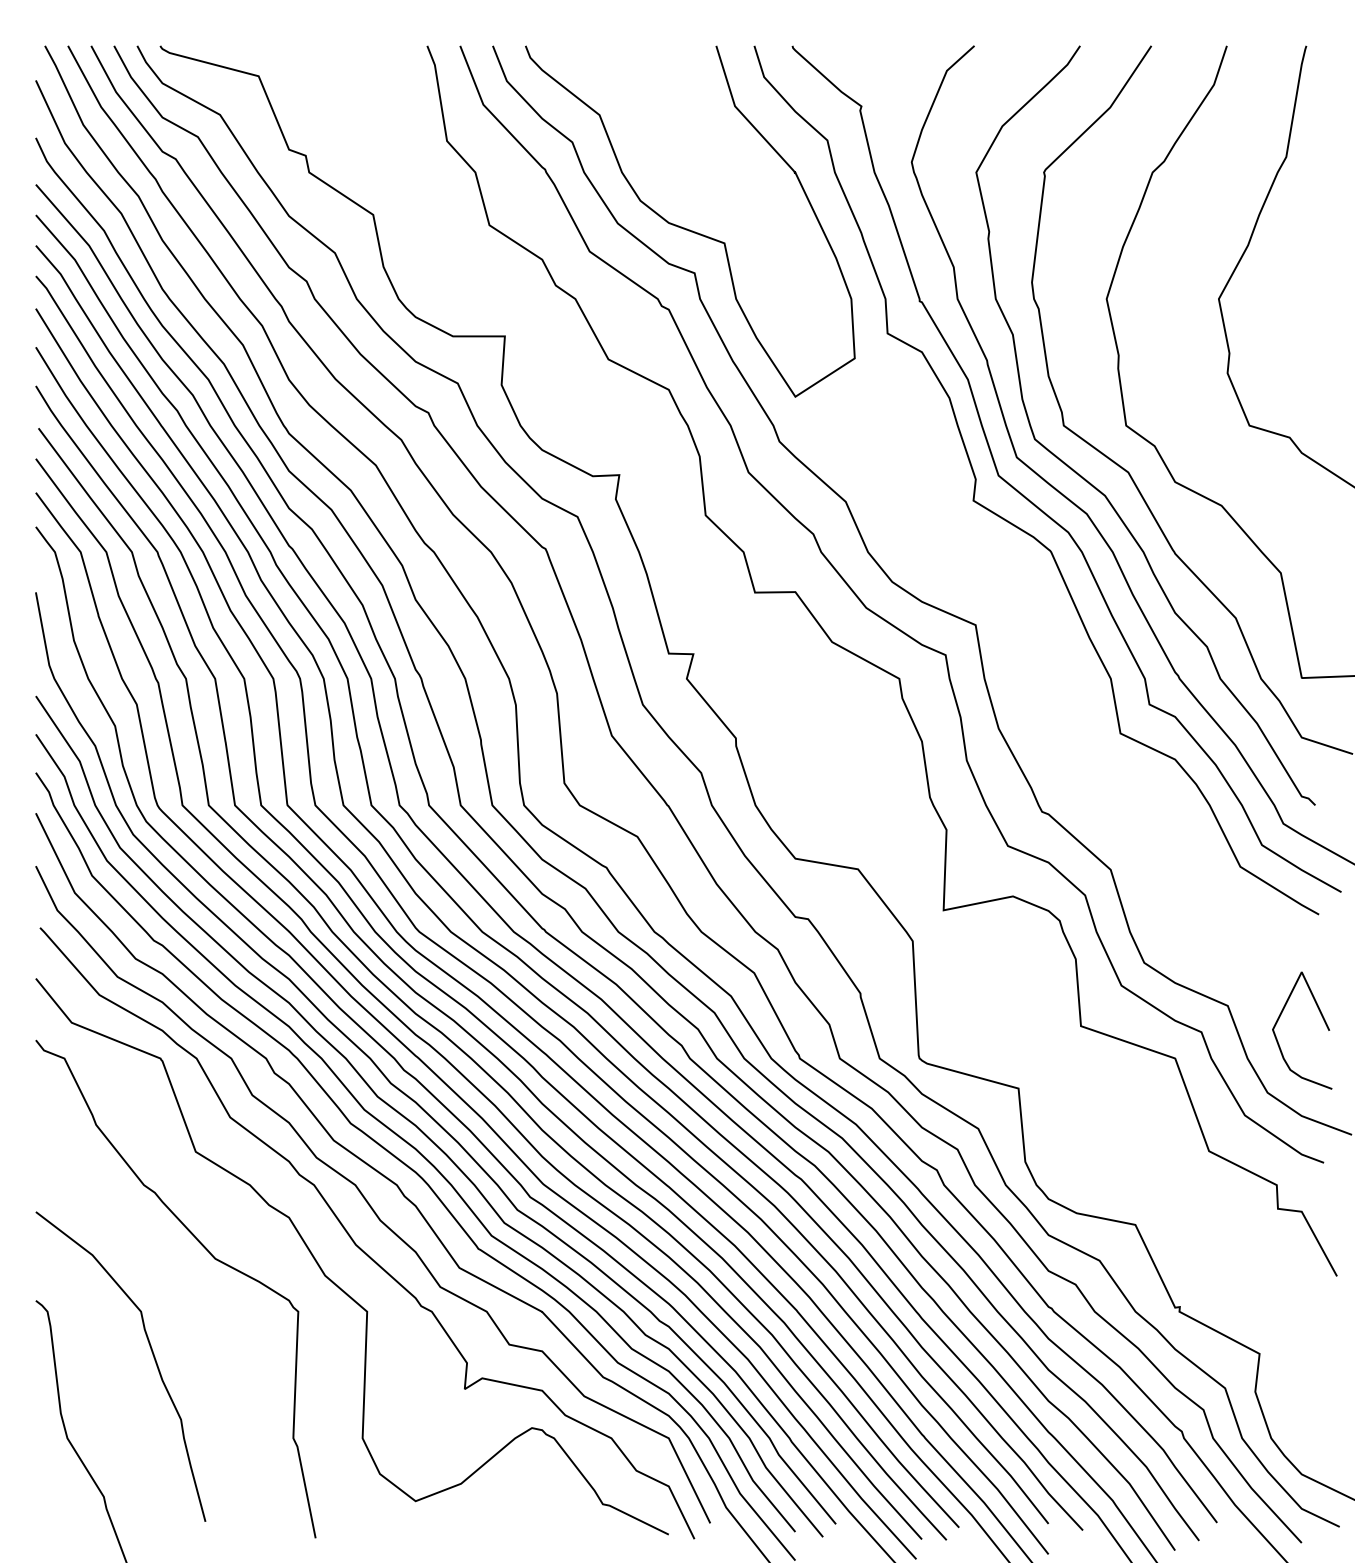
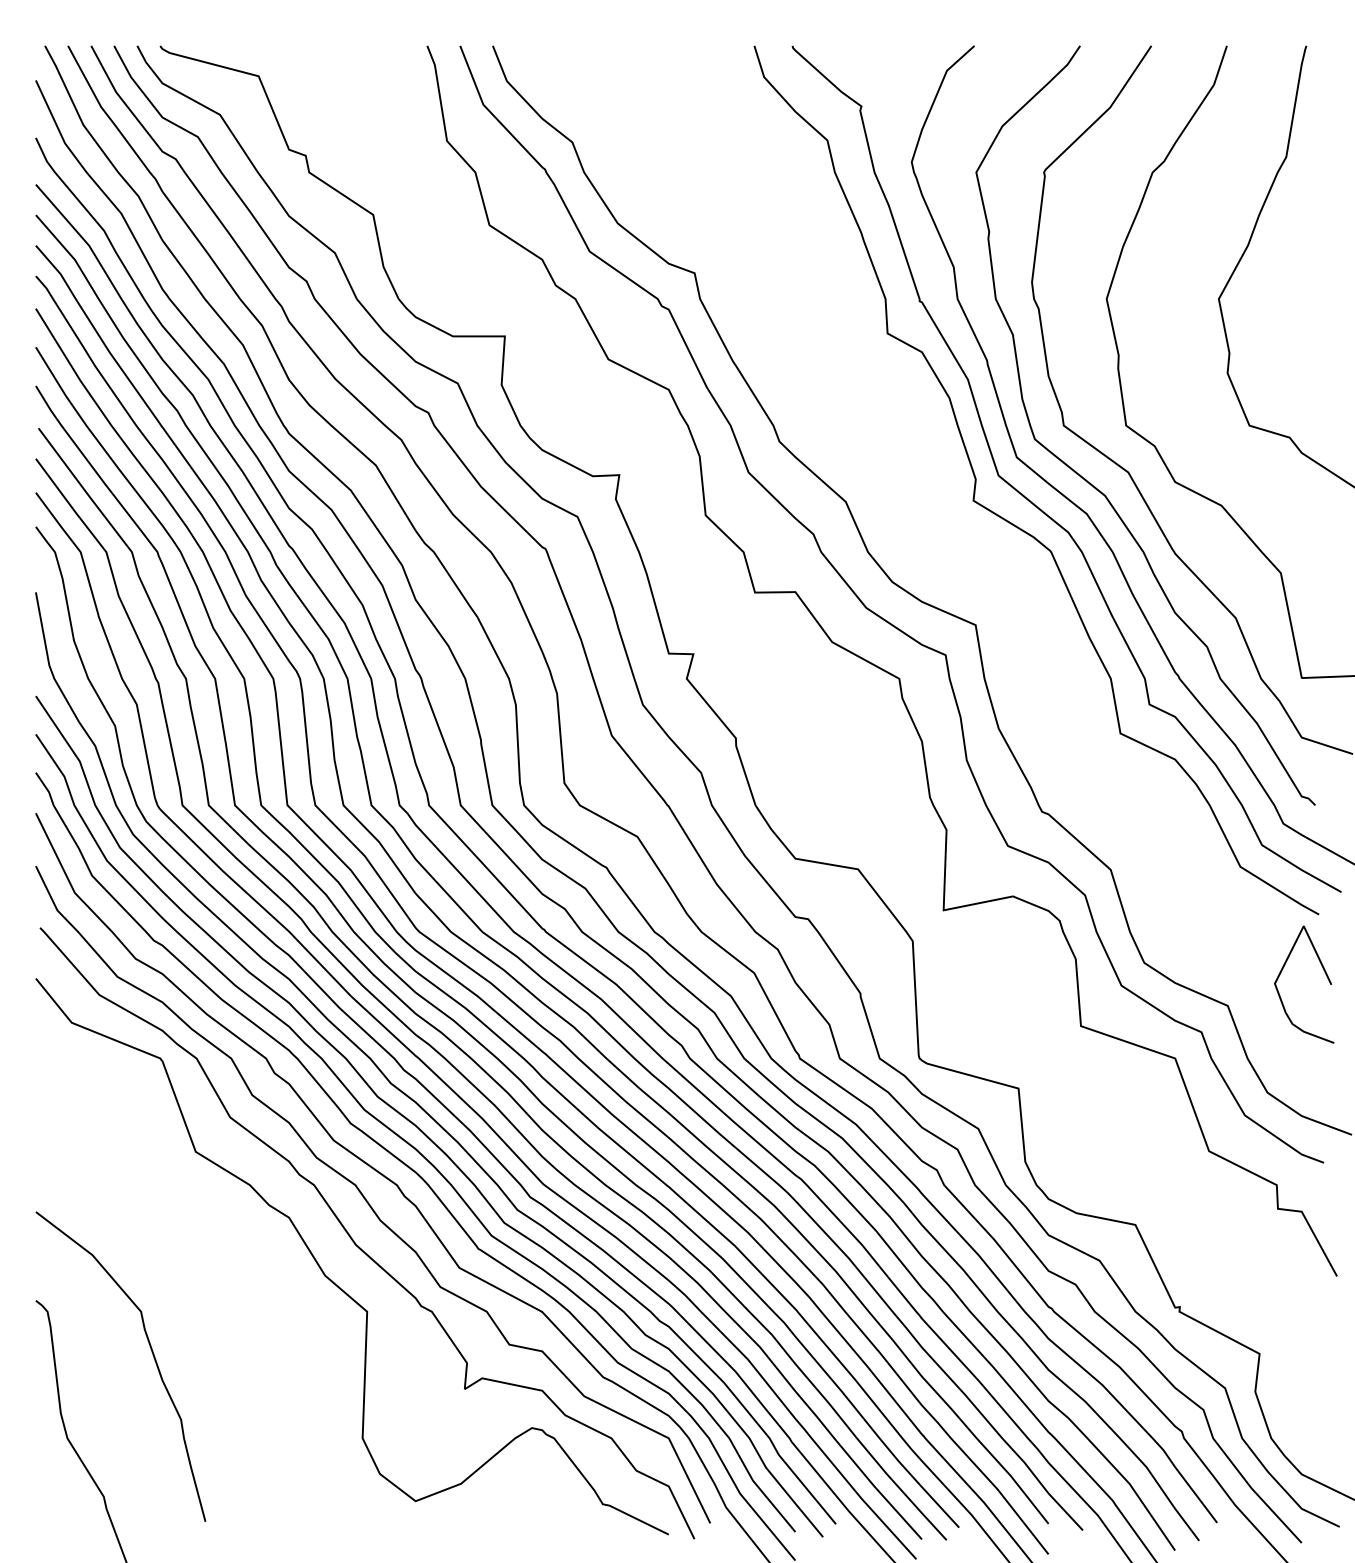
curve at (687, 228): present -> none
curve at (1323, 1020) position: (1323, 1020) -> (1325, 974)
curve at (211, 1256): present -> none
